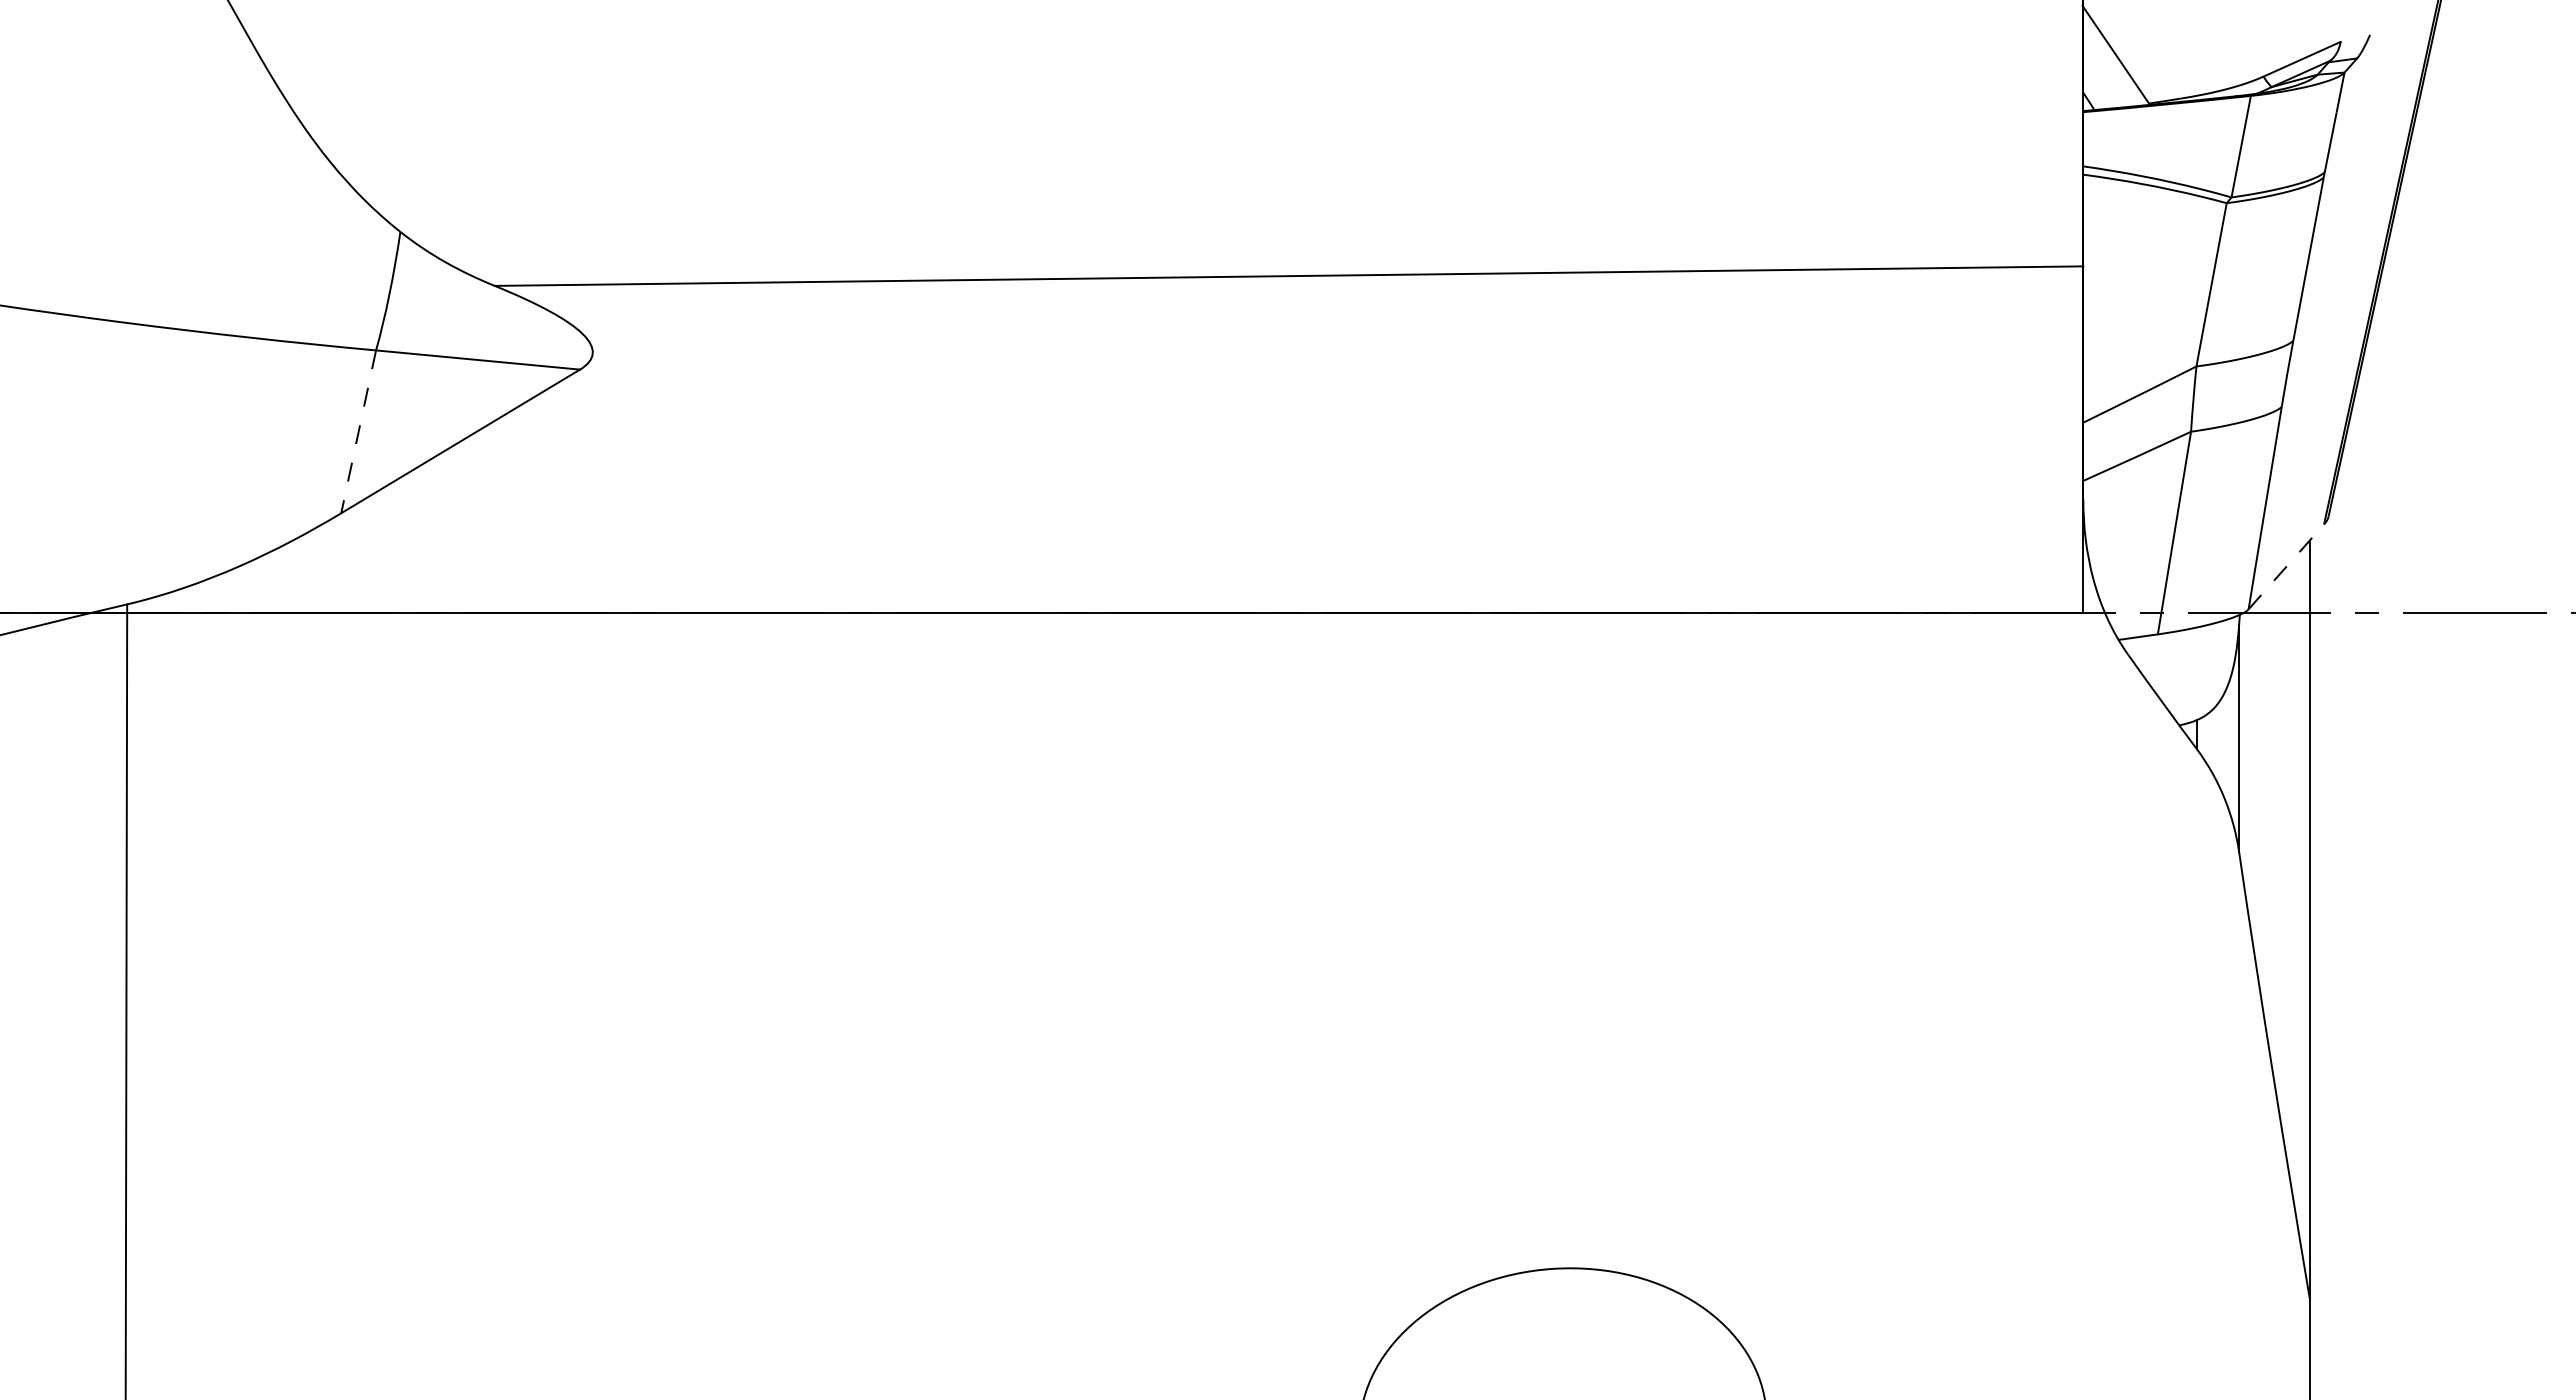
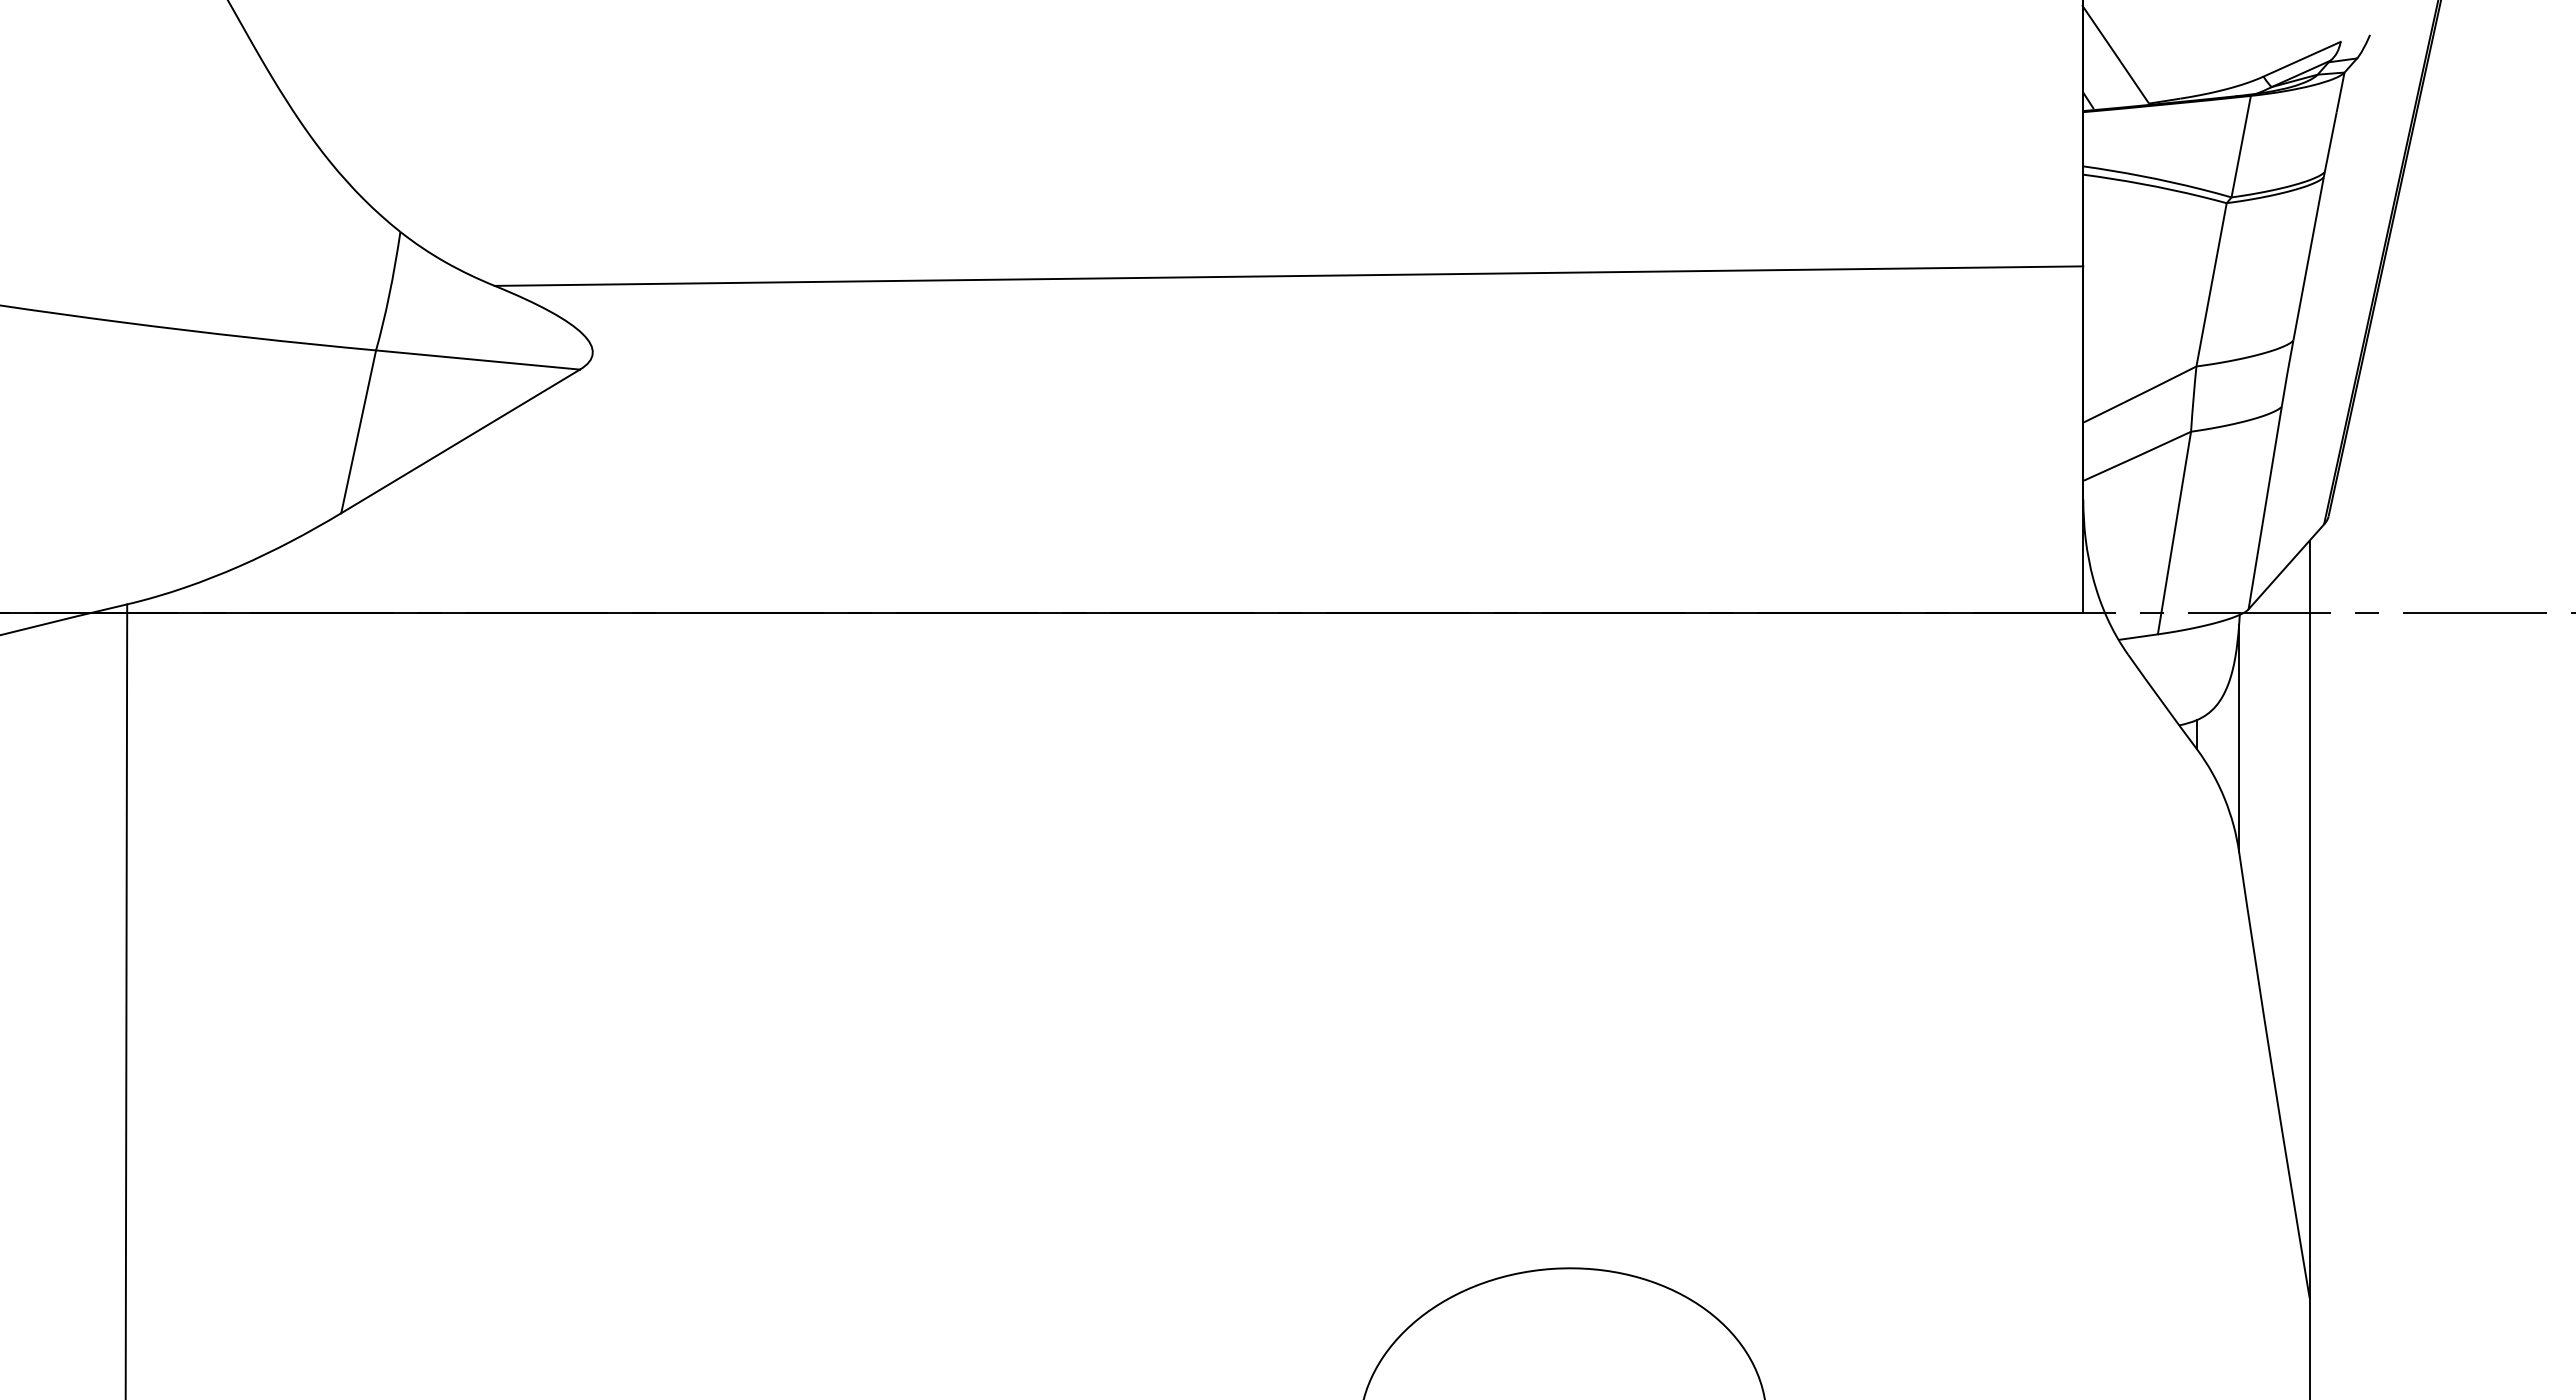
line at (358, 432): dashed -> solid
line at (2286, 566): dashed -> solid
